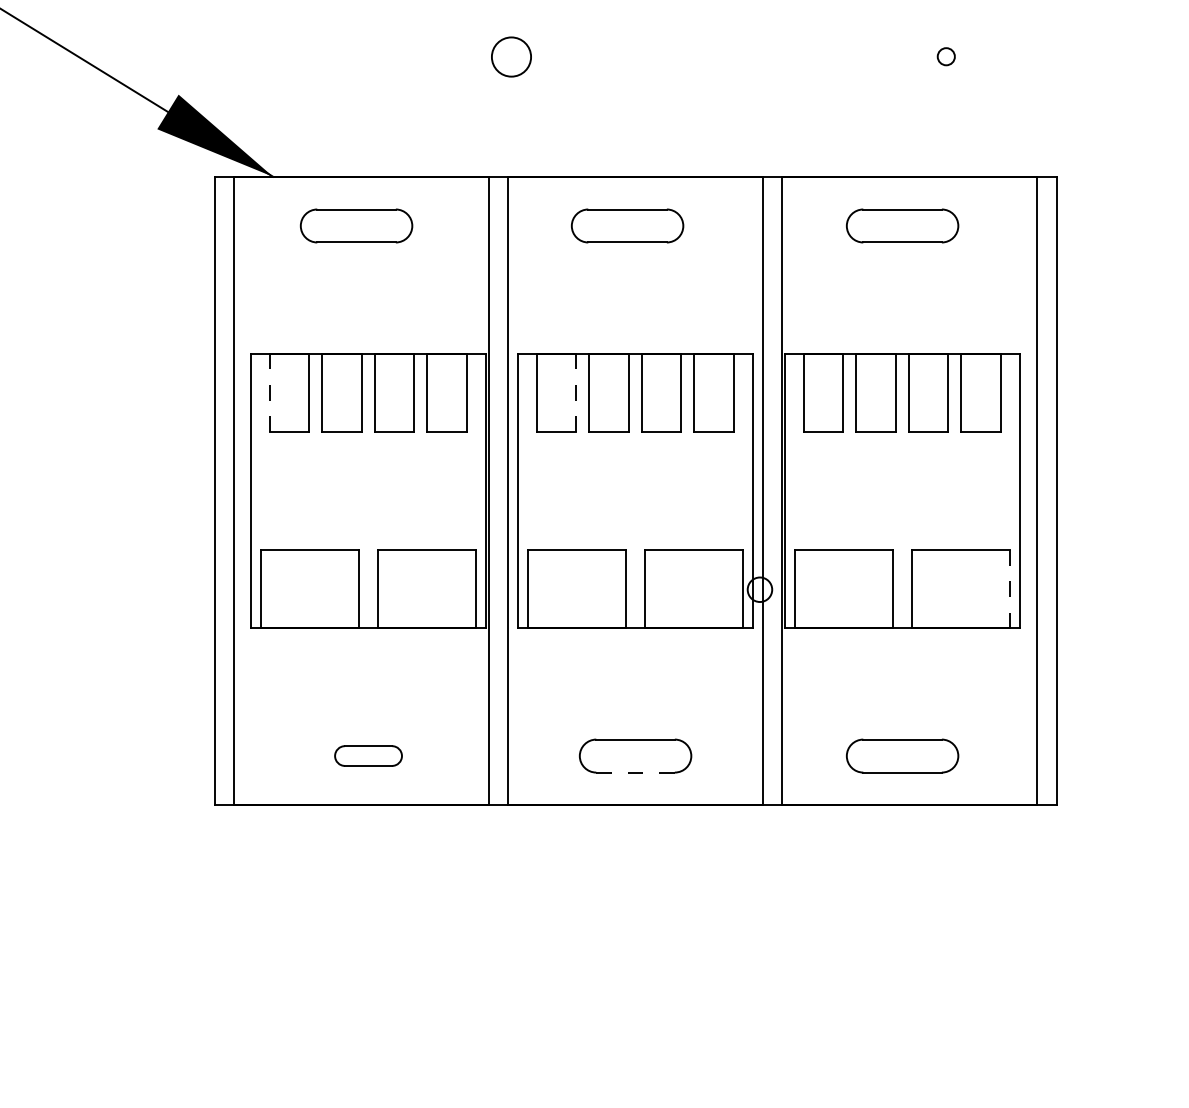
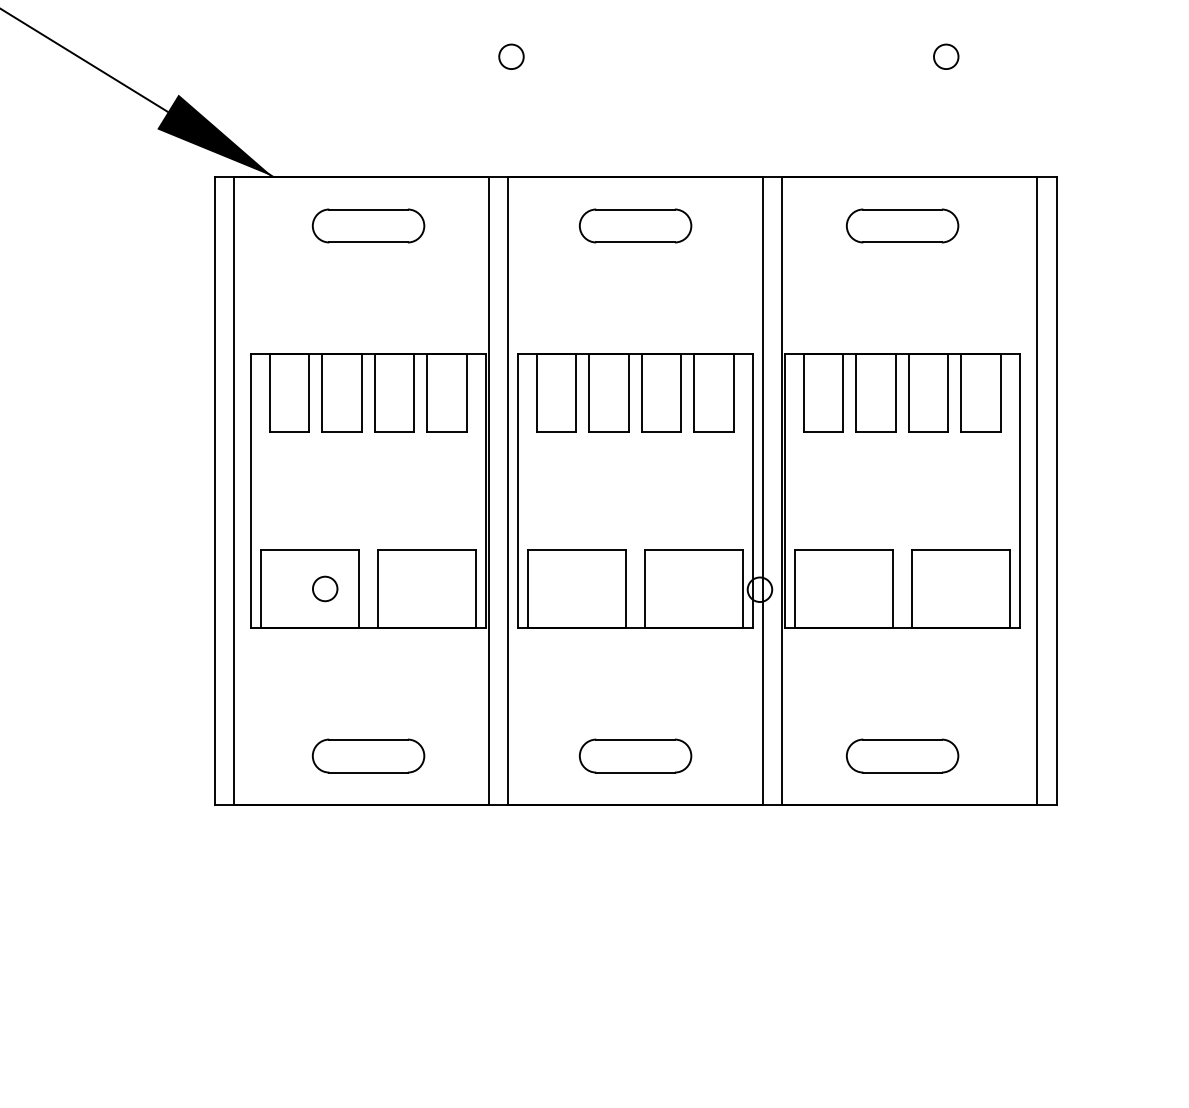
circle at (511, 56) size: 41x42 px -> 27x27 px
circle at (945, 56) size: 20x20 px -> 27x27 px
part at (356, 225) position: (356, 225) -> (368, 225)
part at (627, 225) position: (627, 225) -> (635, 225)
line at (269, 393): dashed -> solid
line at (575, 393): dashed -> solid
circle at (325, 588): none -> present
line at (1010, 588): dashed -> solid
part at (368, 755) size: 69x22 px -> 115x36 px
line at (635, 772): dashed -> solid
